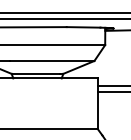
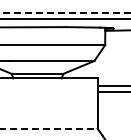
line at (65, 13): solid -> dashed
line at (48, 128): solid -> dashed
